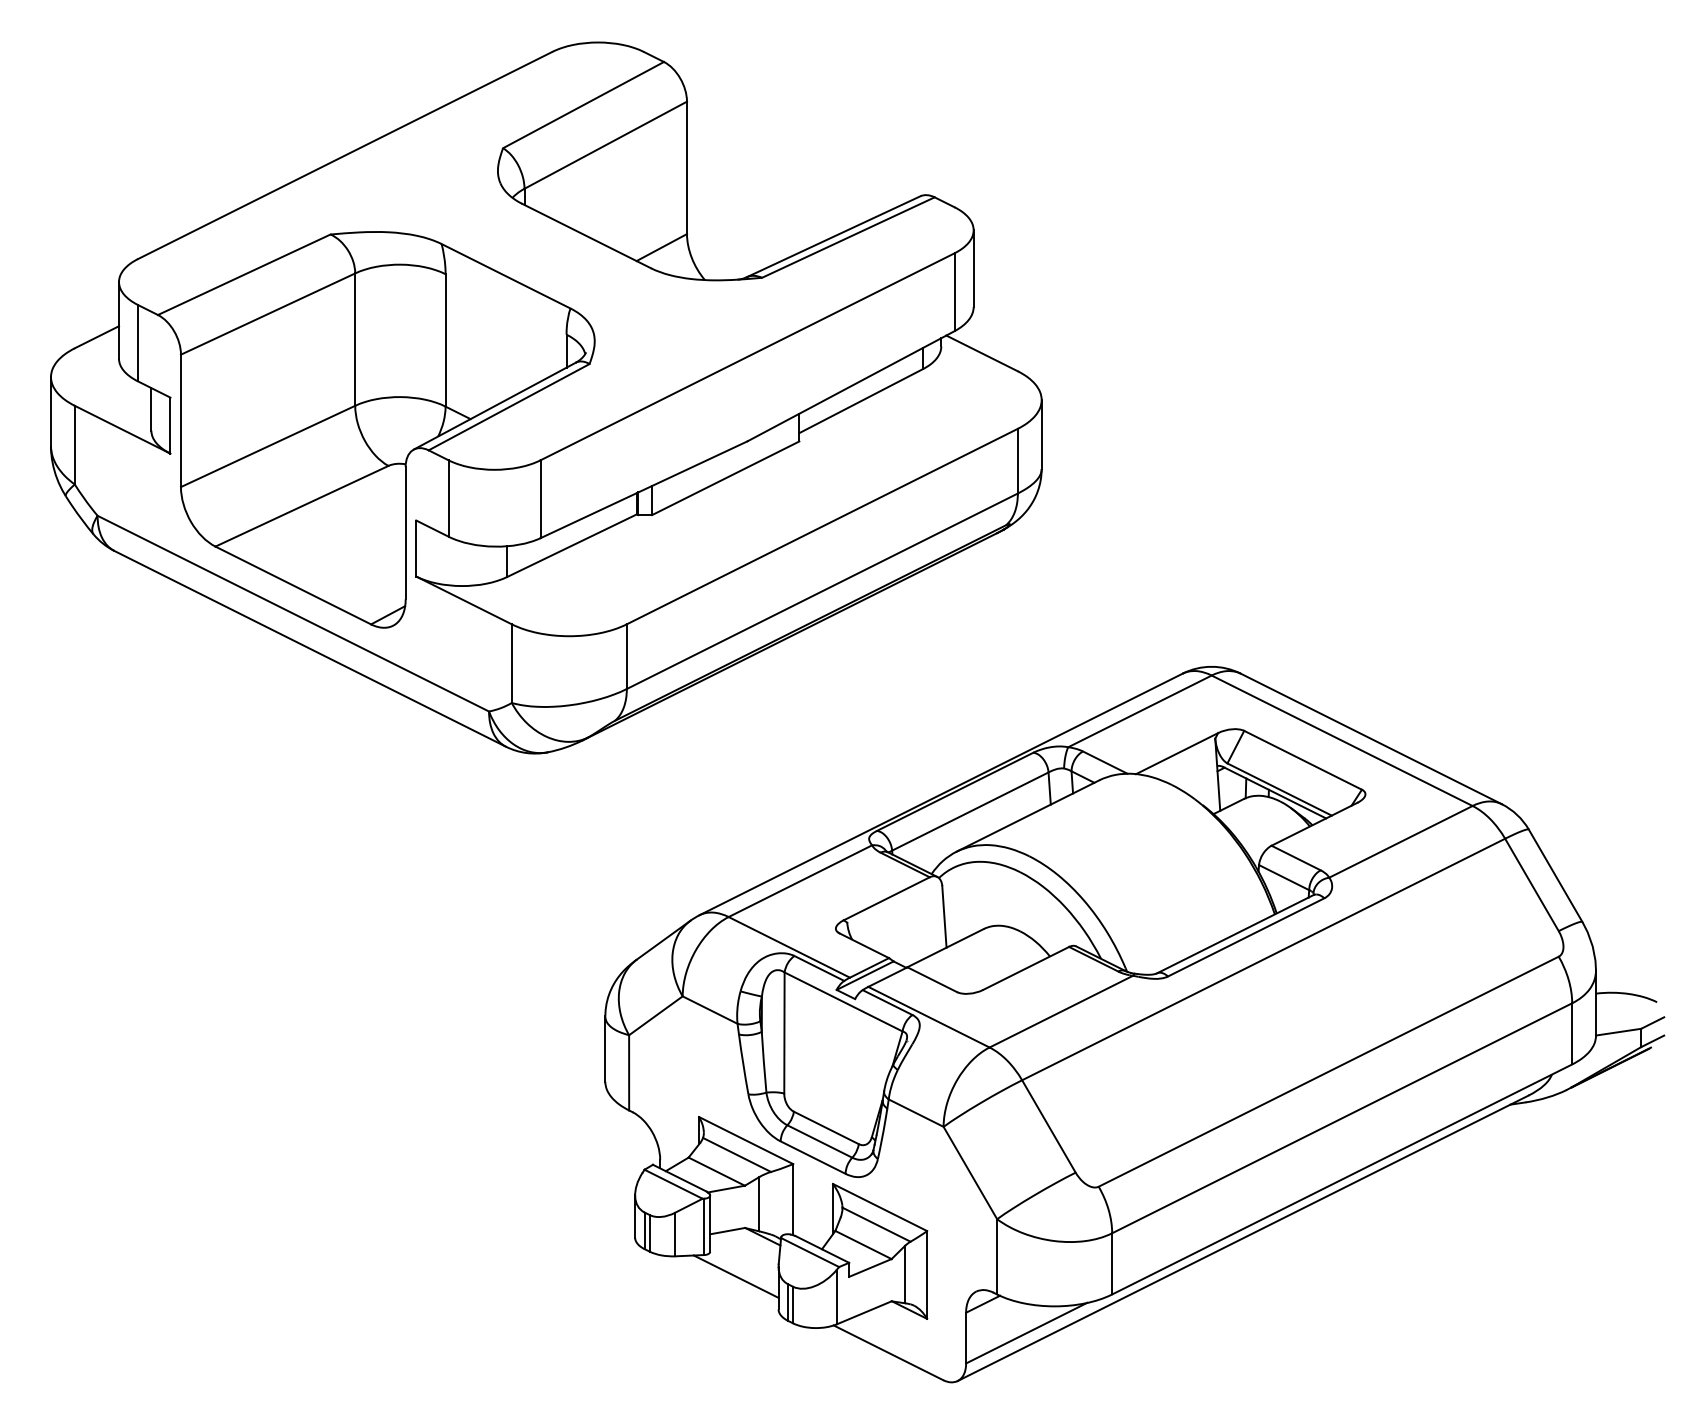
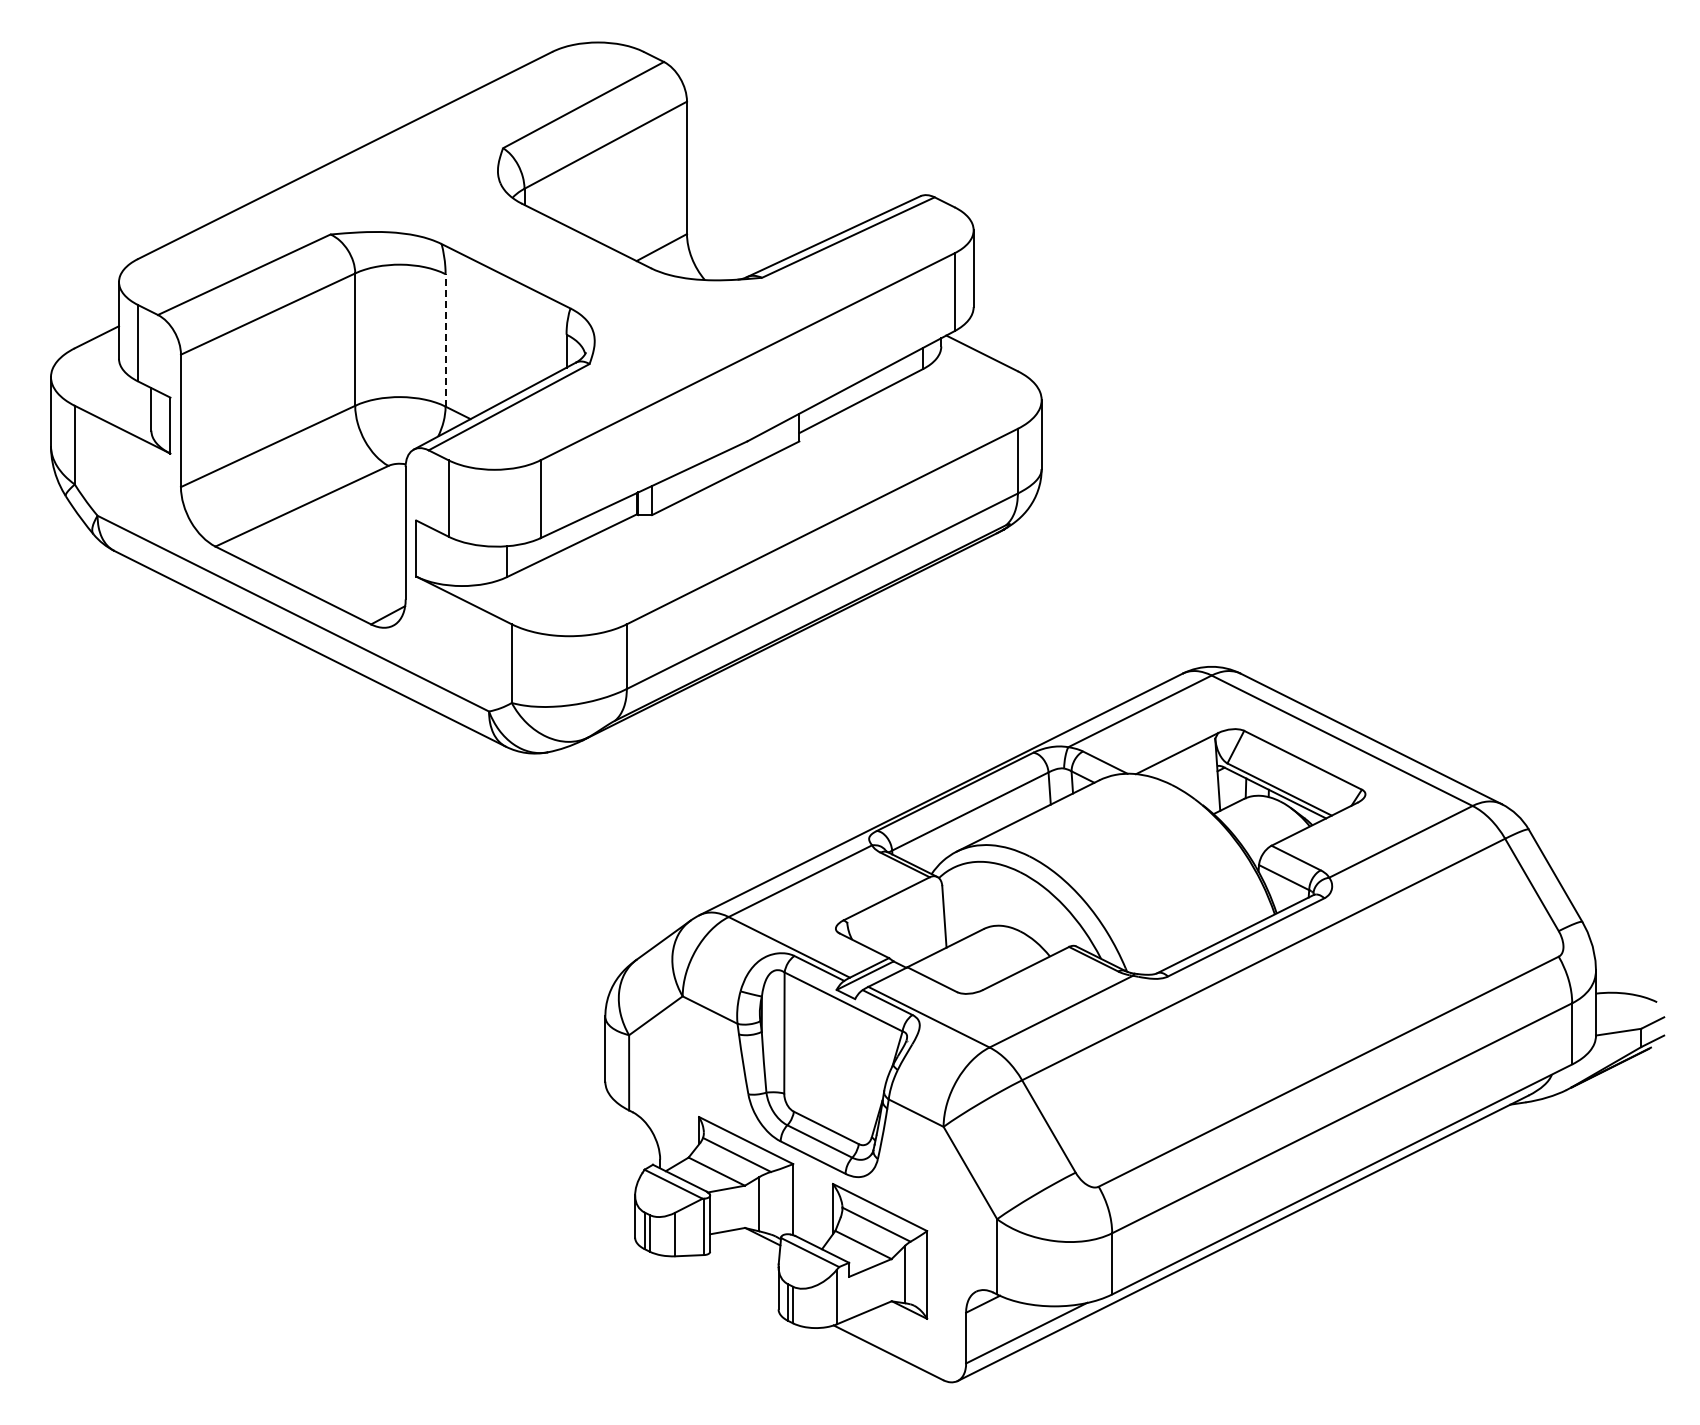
line at (445, 339): solid -> dashed
line at (735, 1276): present -> none
